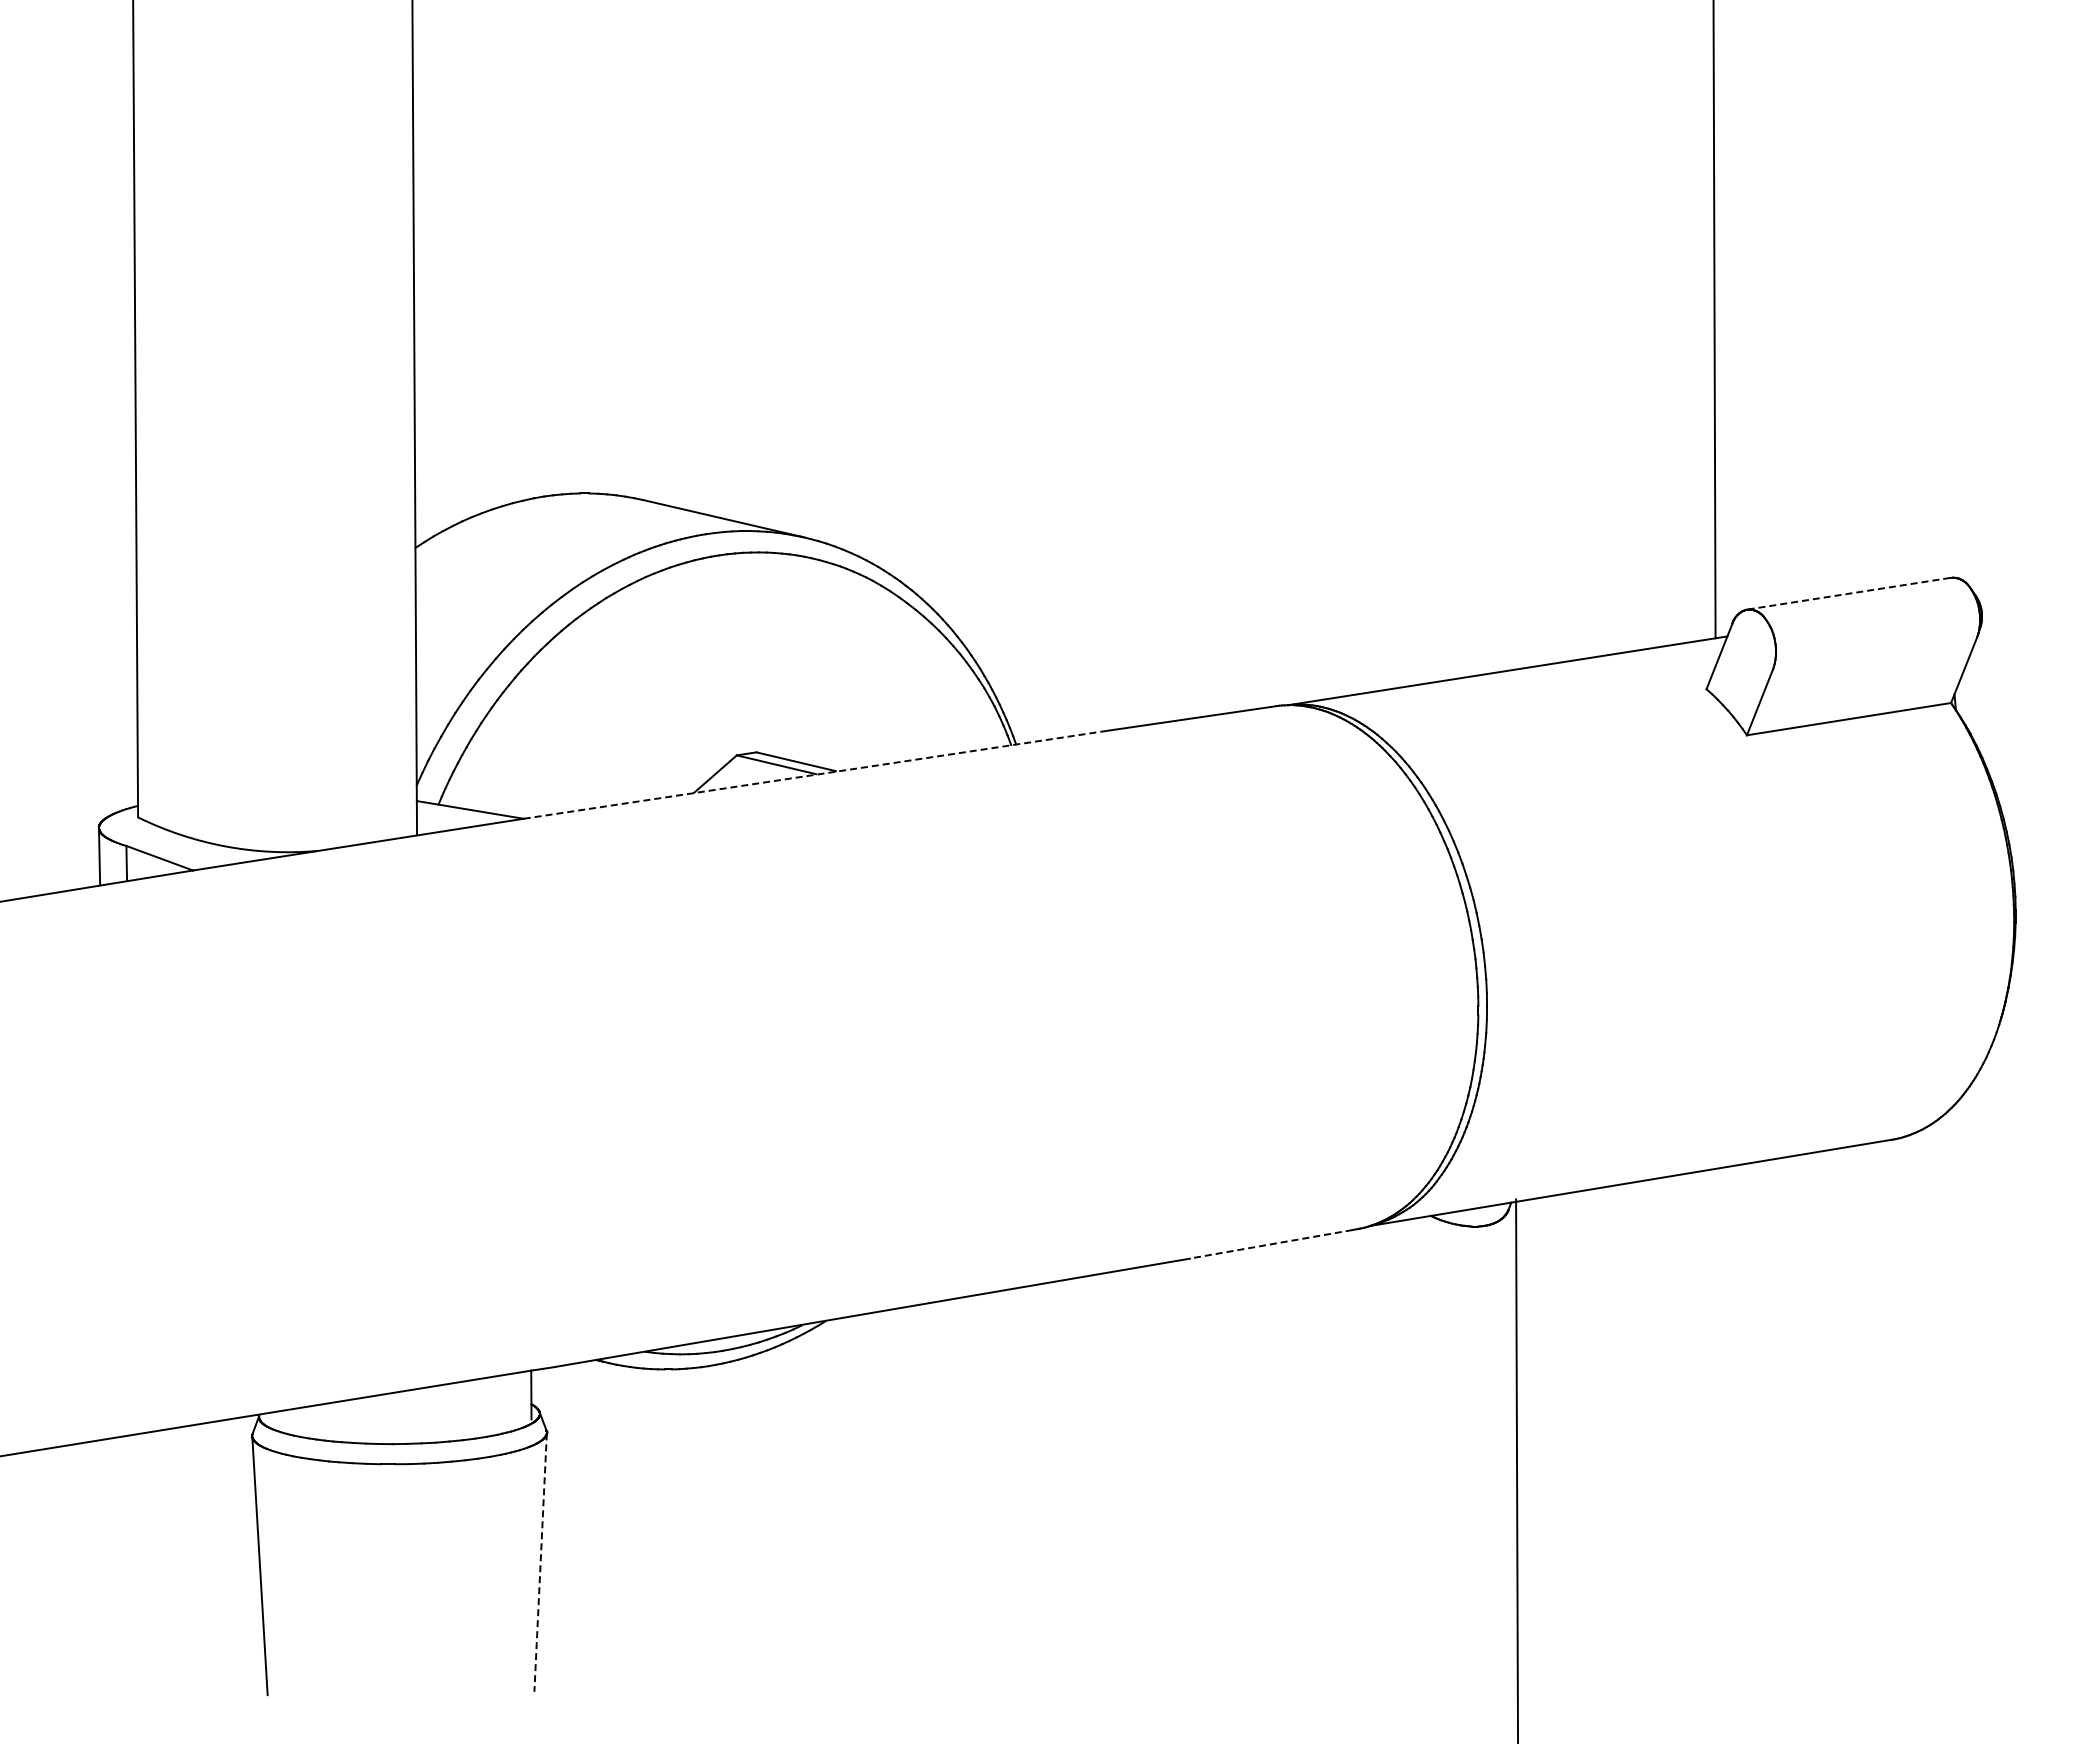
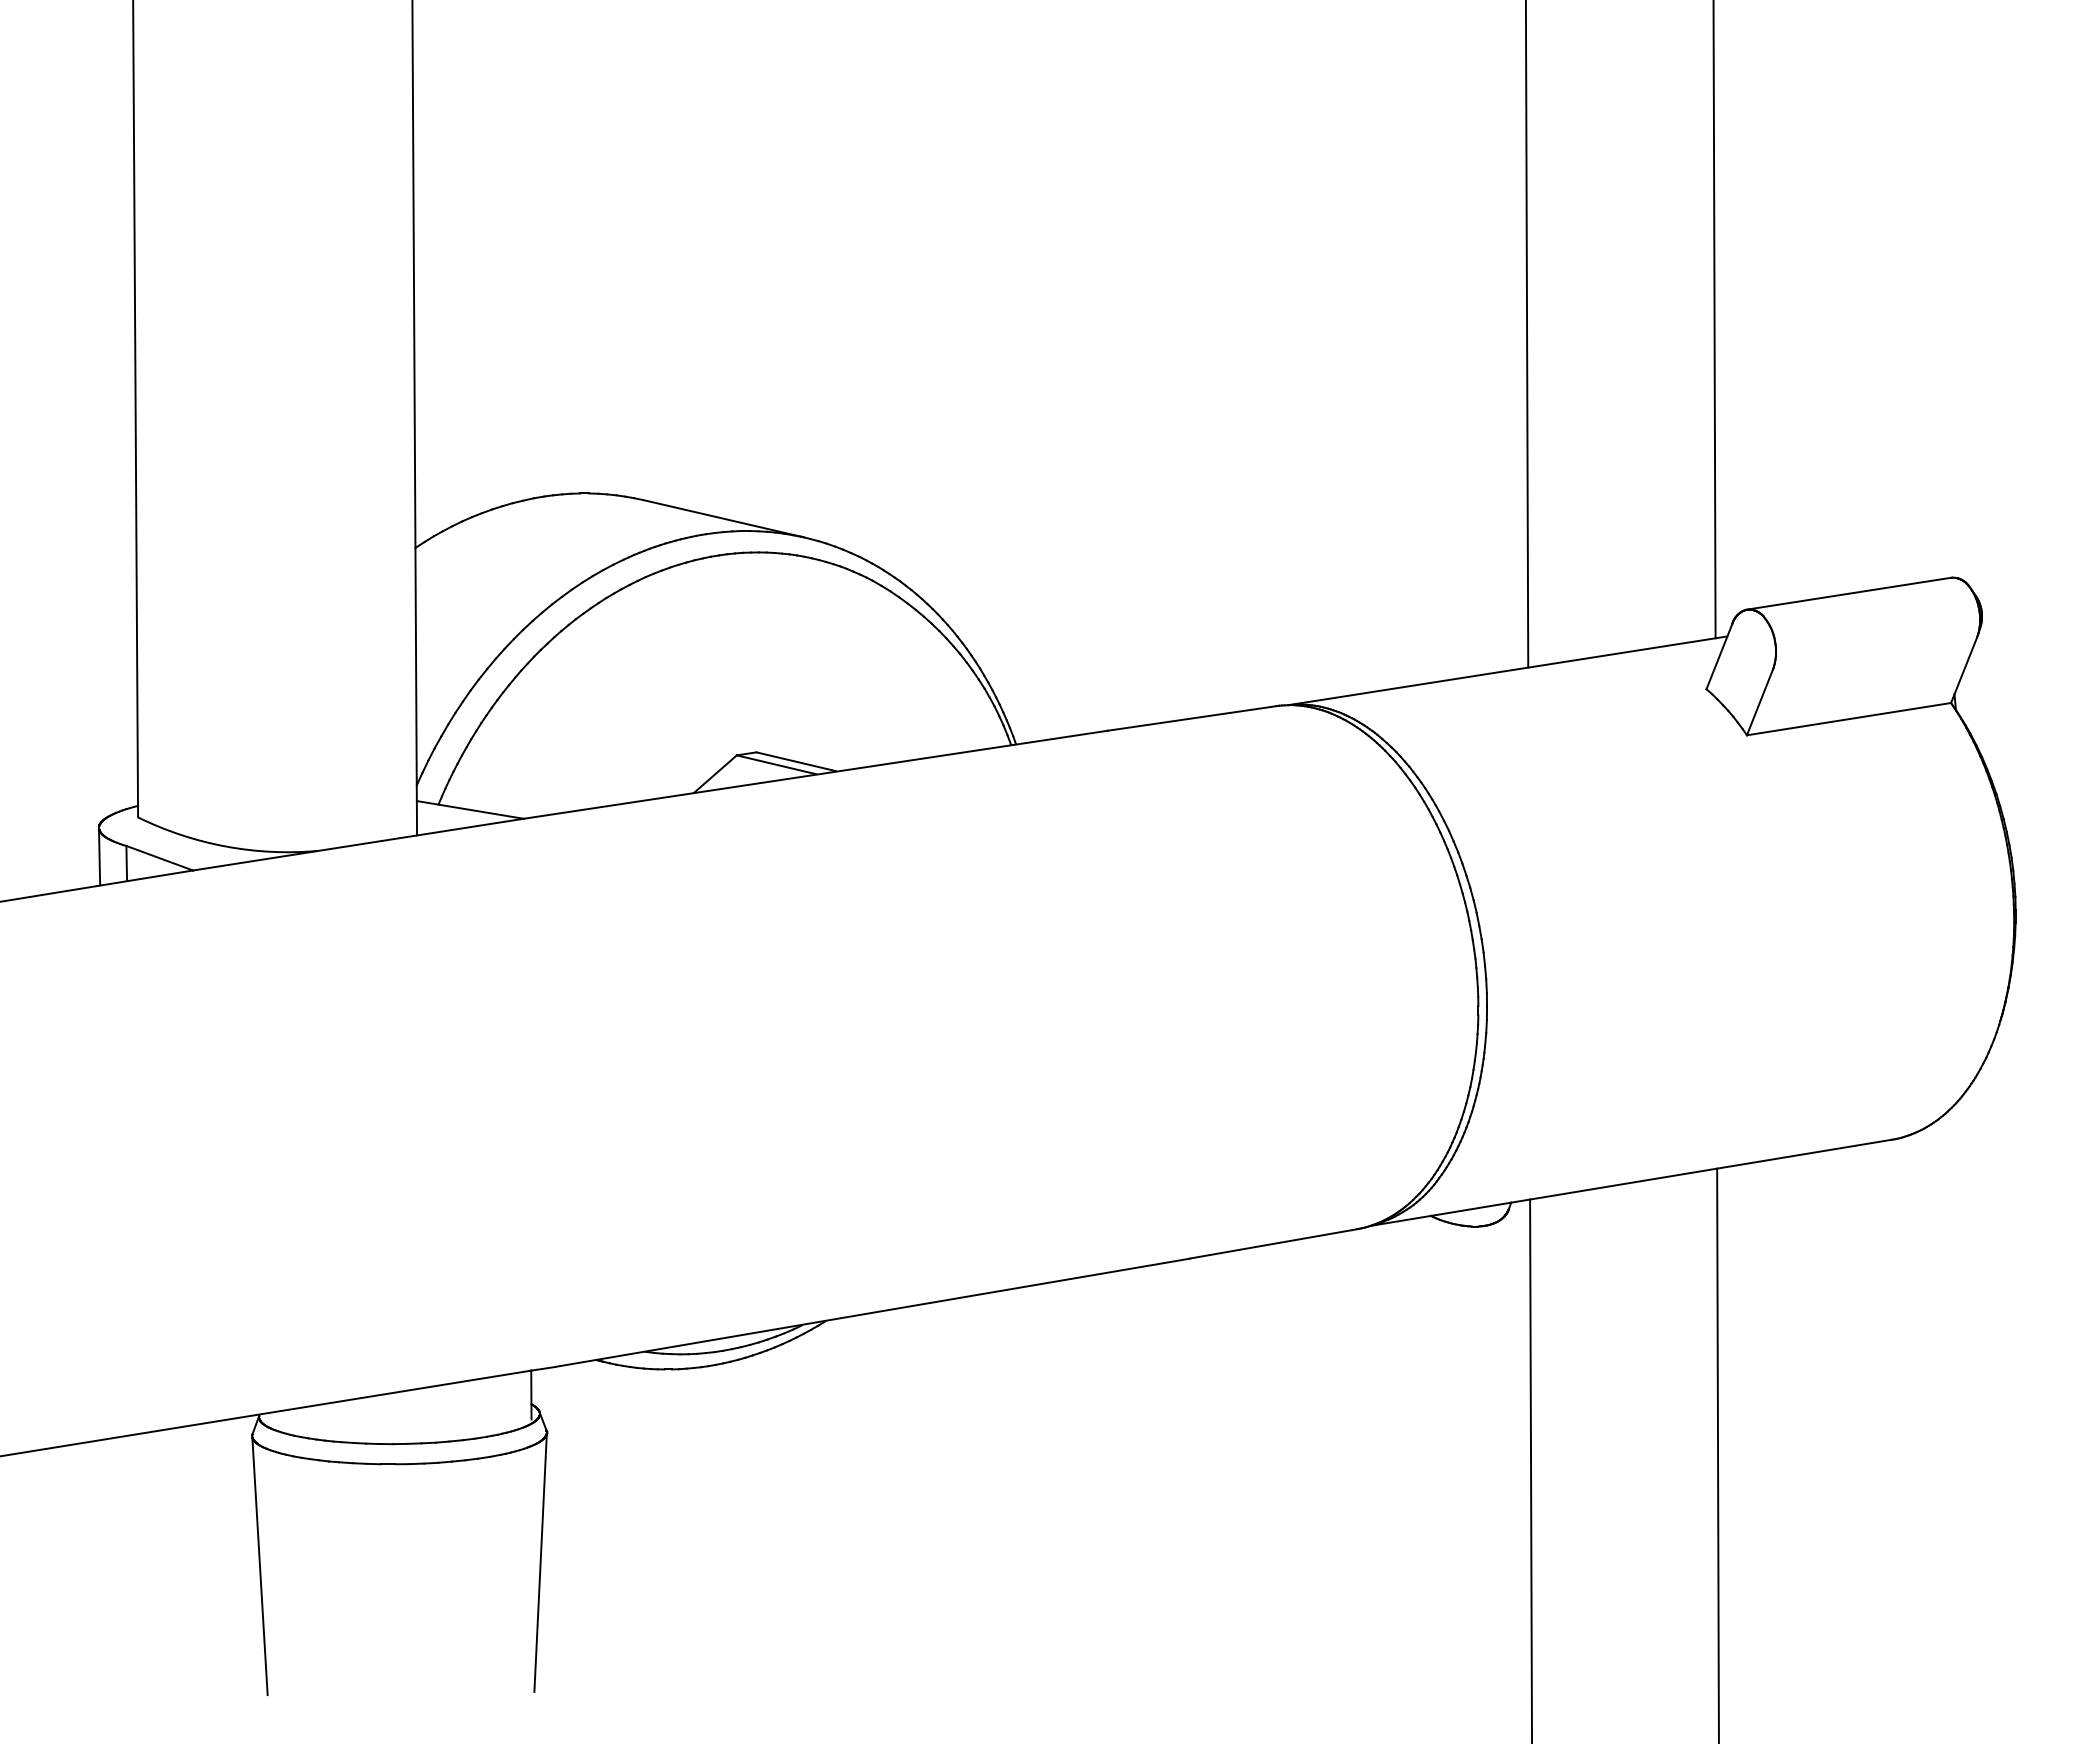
line at (1526, 334): none -> present
line at (1849, 593): dashed -> solid
line at (816, 774): dashed -> solid
line at (1271, 1244): dashed -> solid
line at (1717, 1454): none -> present
line at (1517, 1469) position: (1517, 1469) -> (1531, 1469)
line at (540, 1563): dashed -> solid
